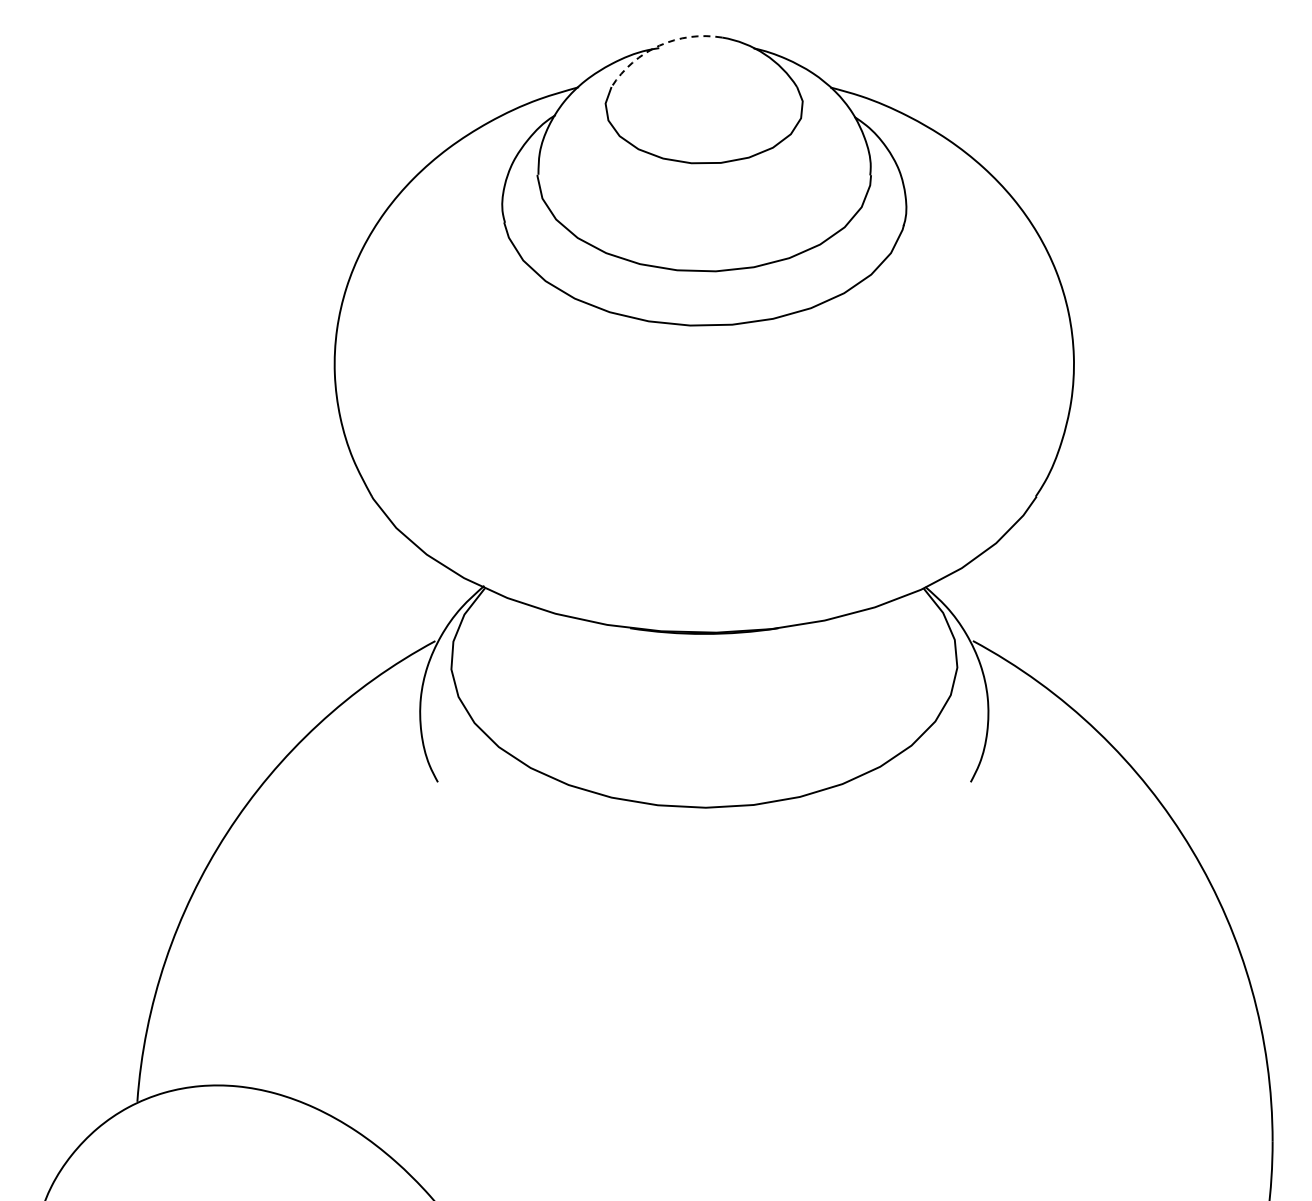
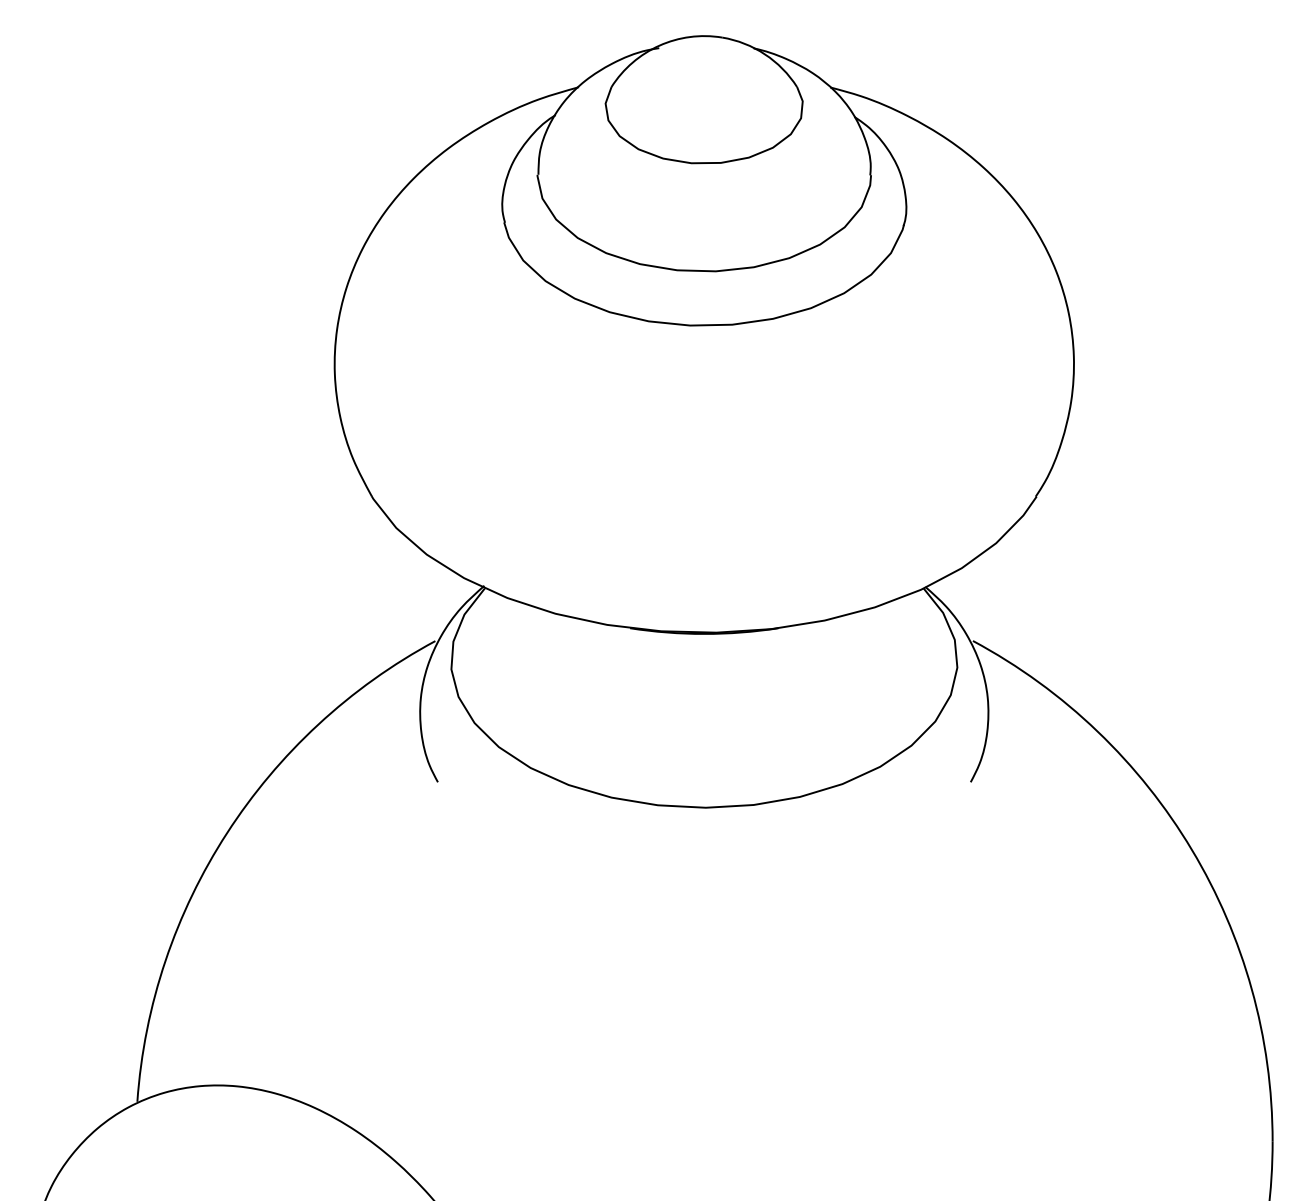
arc at (659, 45): dashed -> solid
